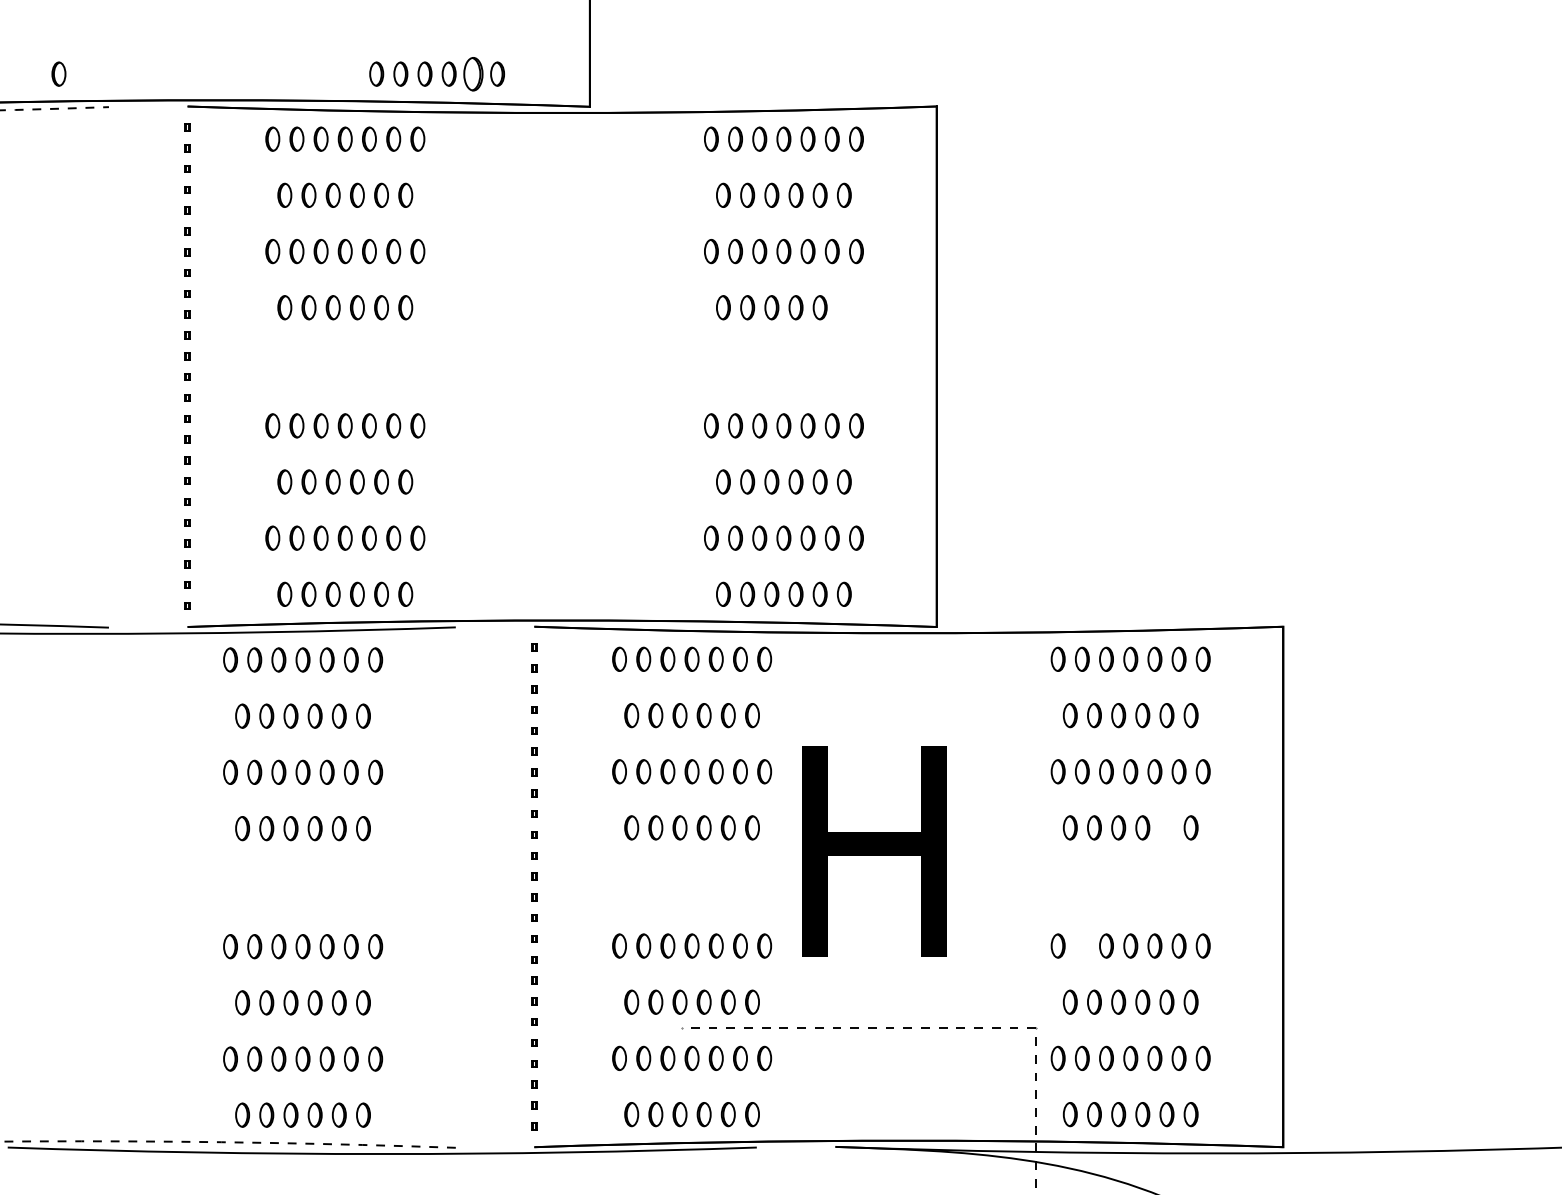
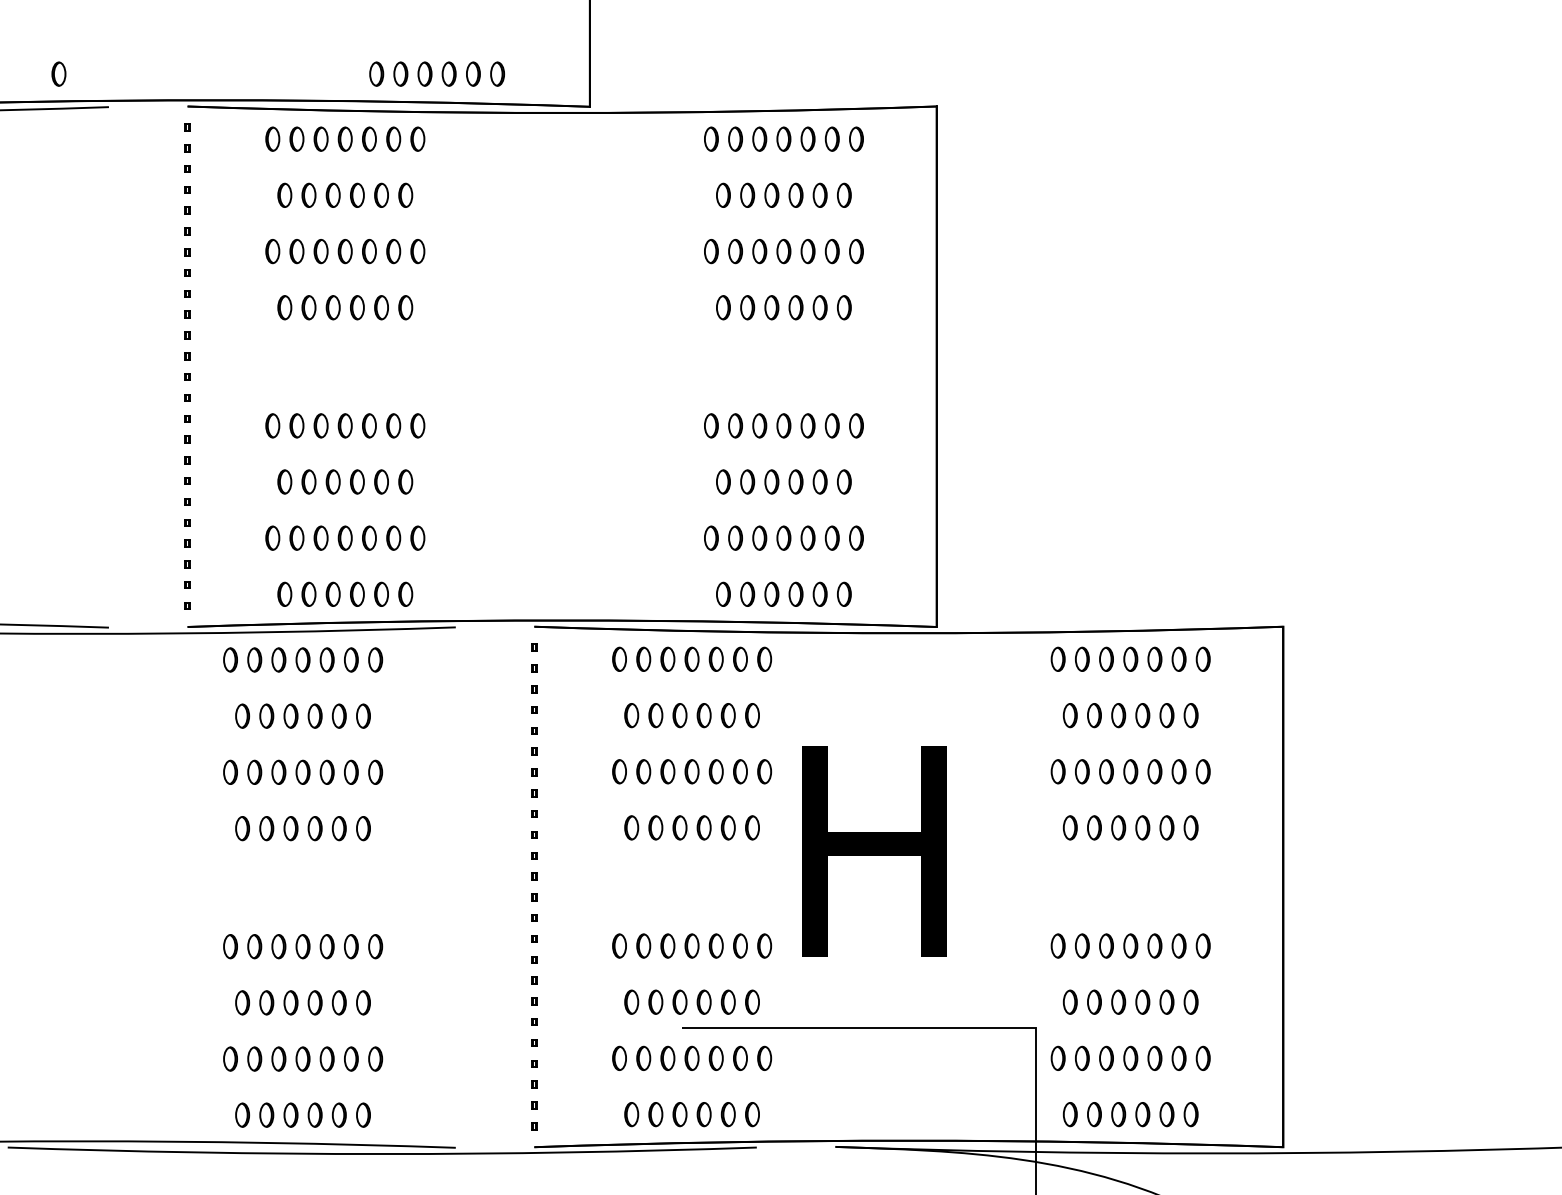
part at (473, 74) size: 21x35 px -> 15x26 px
arc at (54, 108): dashed -> solid
part at (844, 307): none -> present
part at (1166, 827): none -> present
part at (1082, 945): none -> present
line at (942, 1028): dashed -> solid
arc at (227, 1142): dashed -> solid
